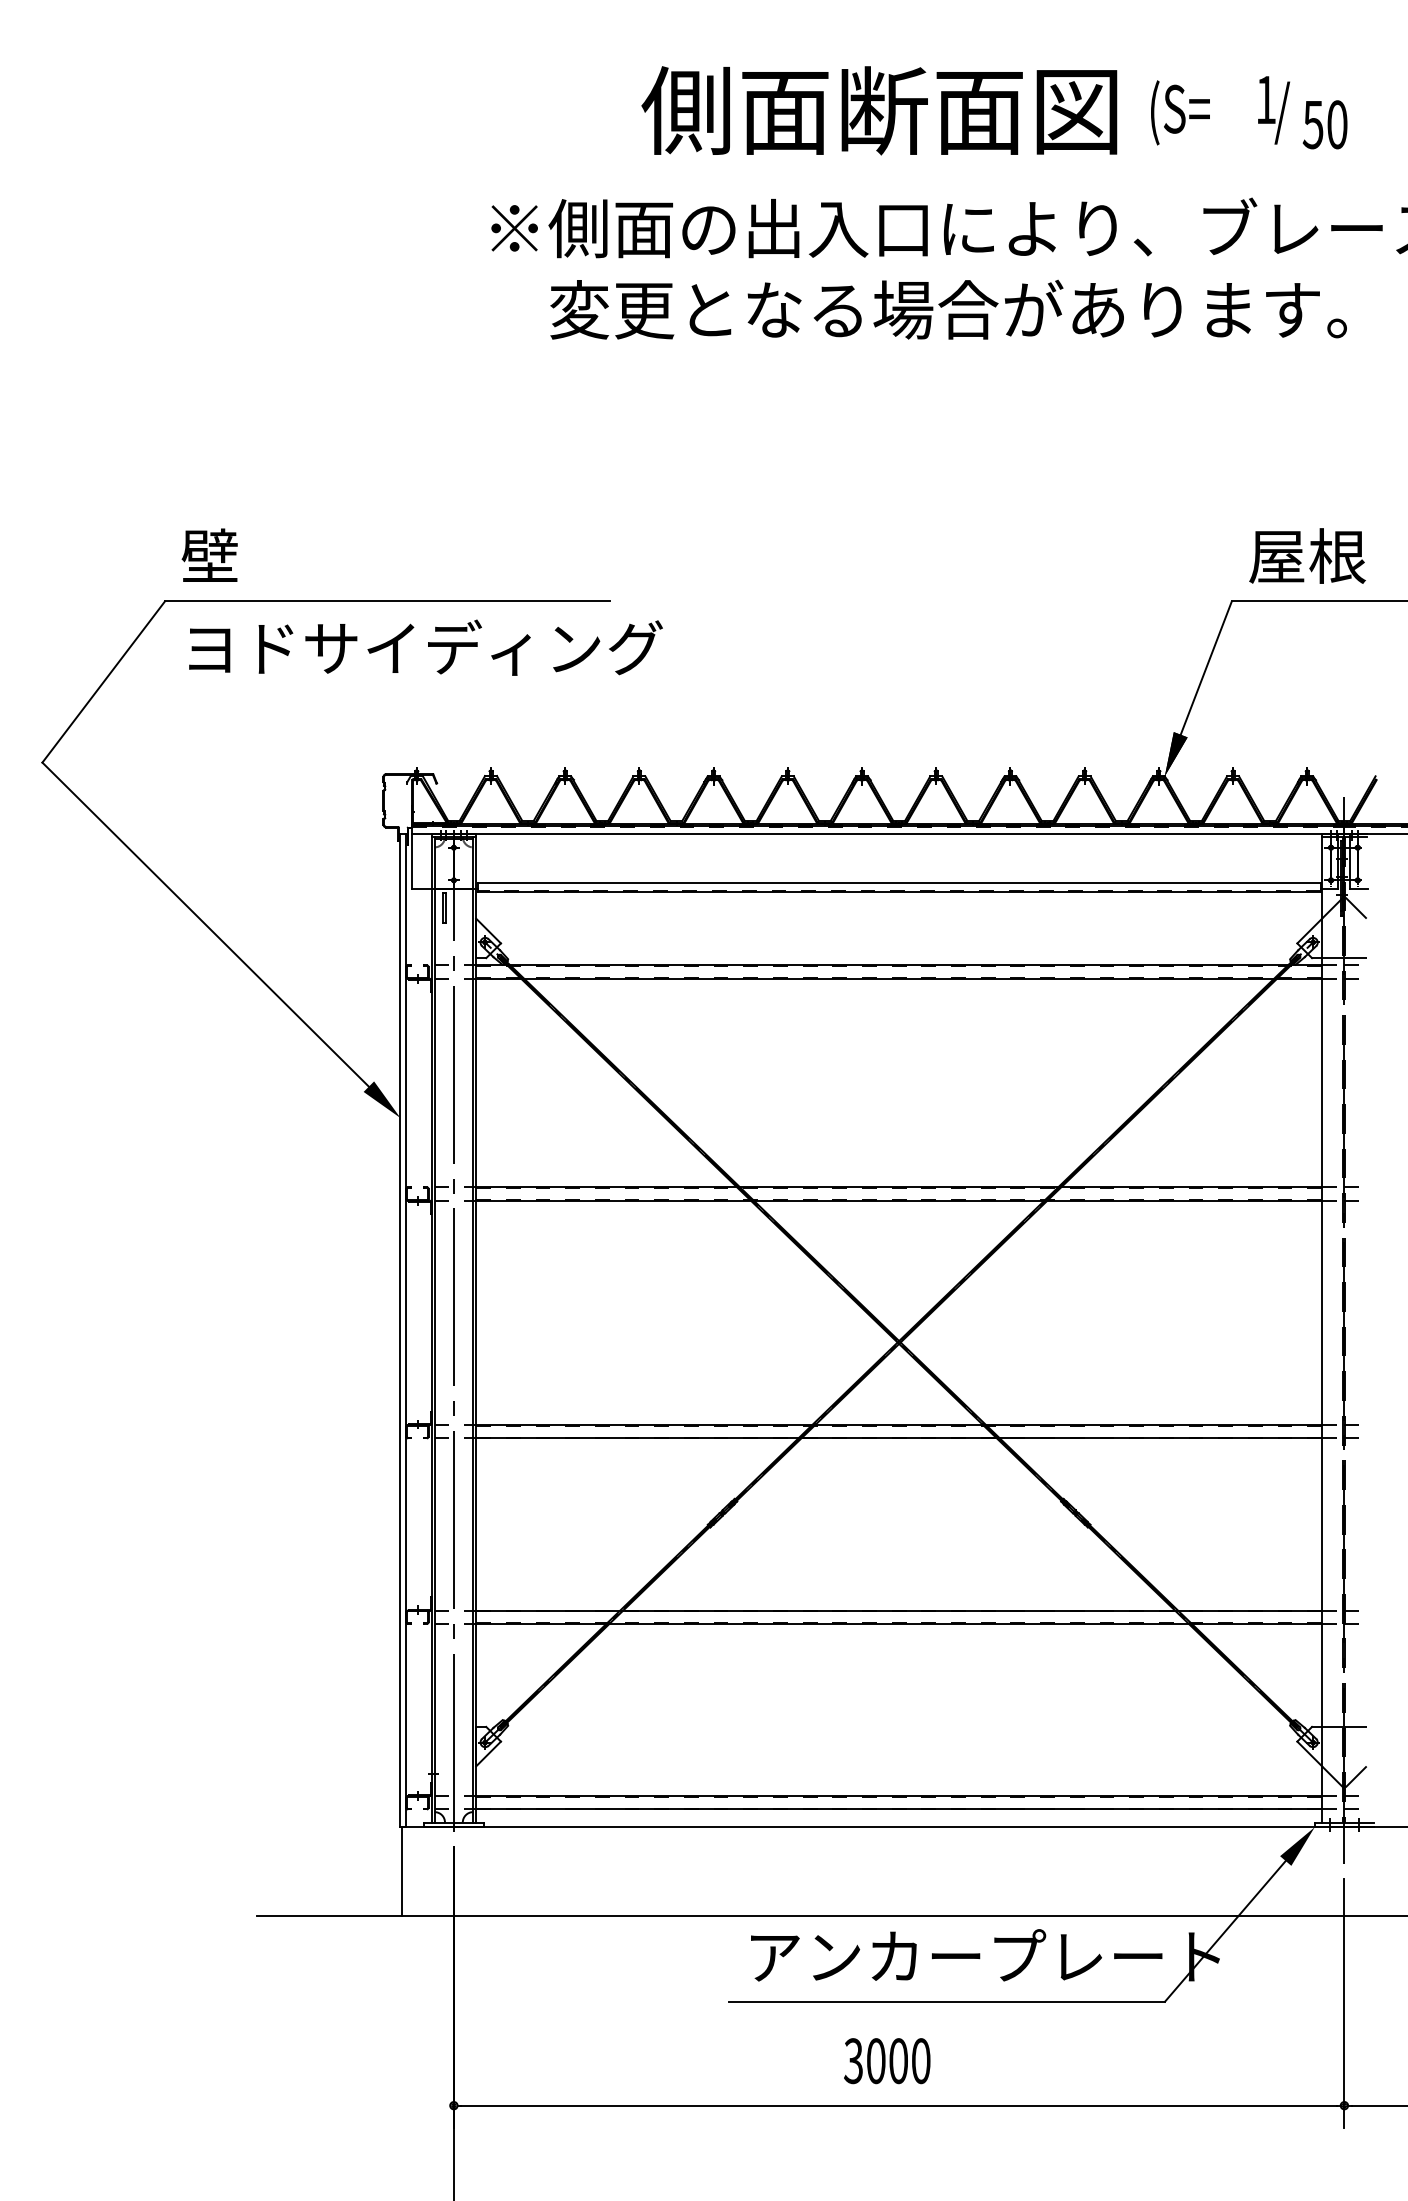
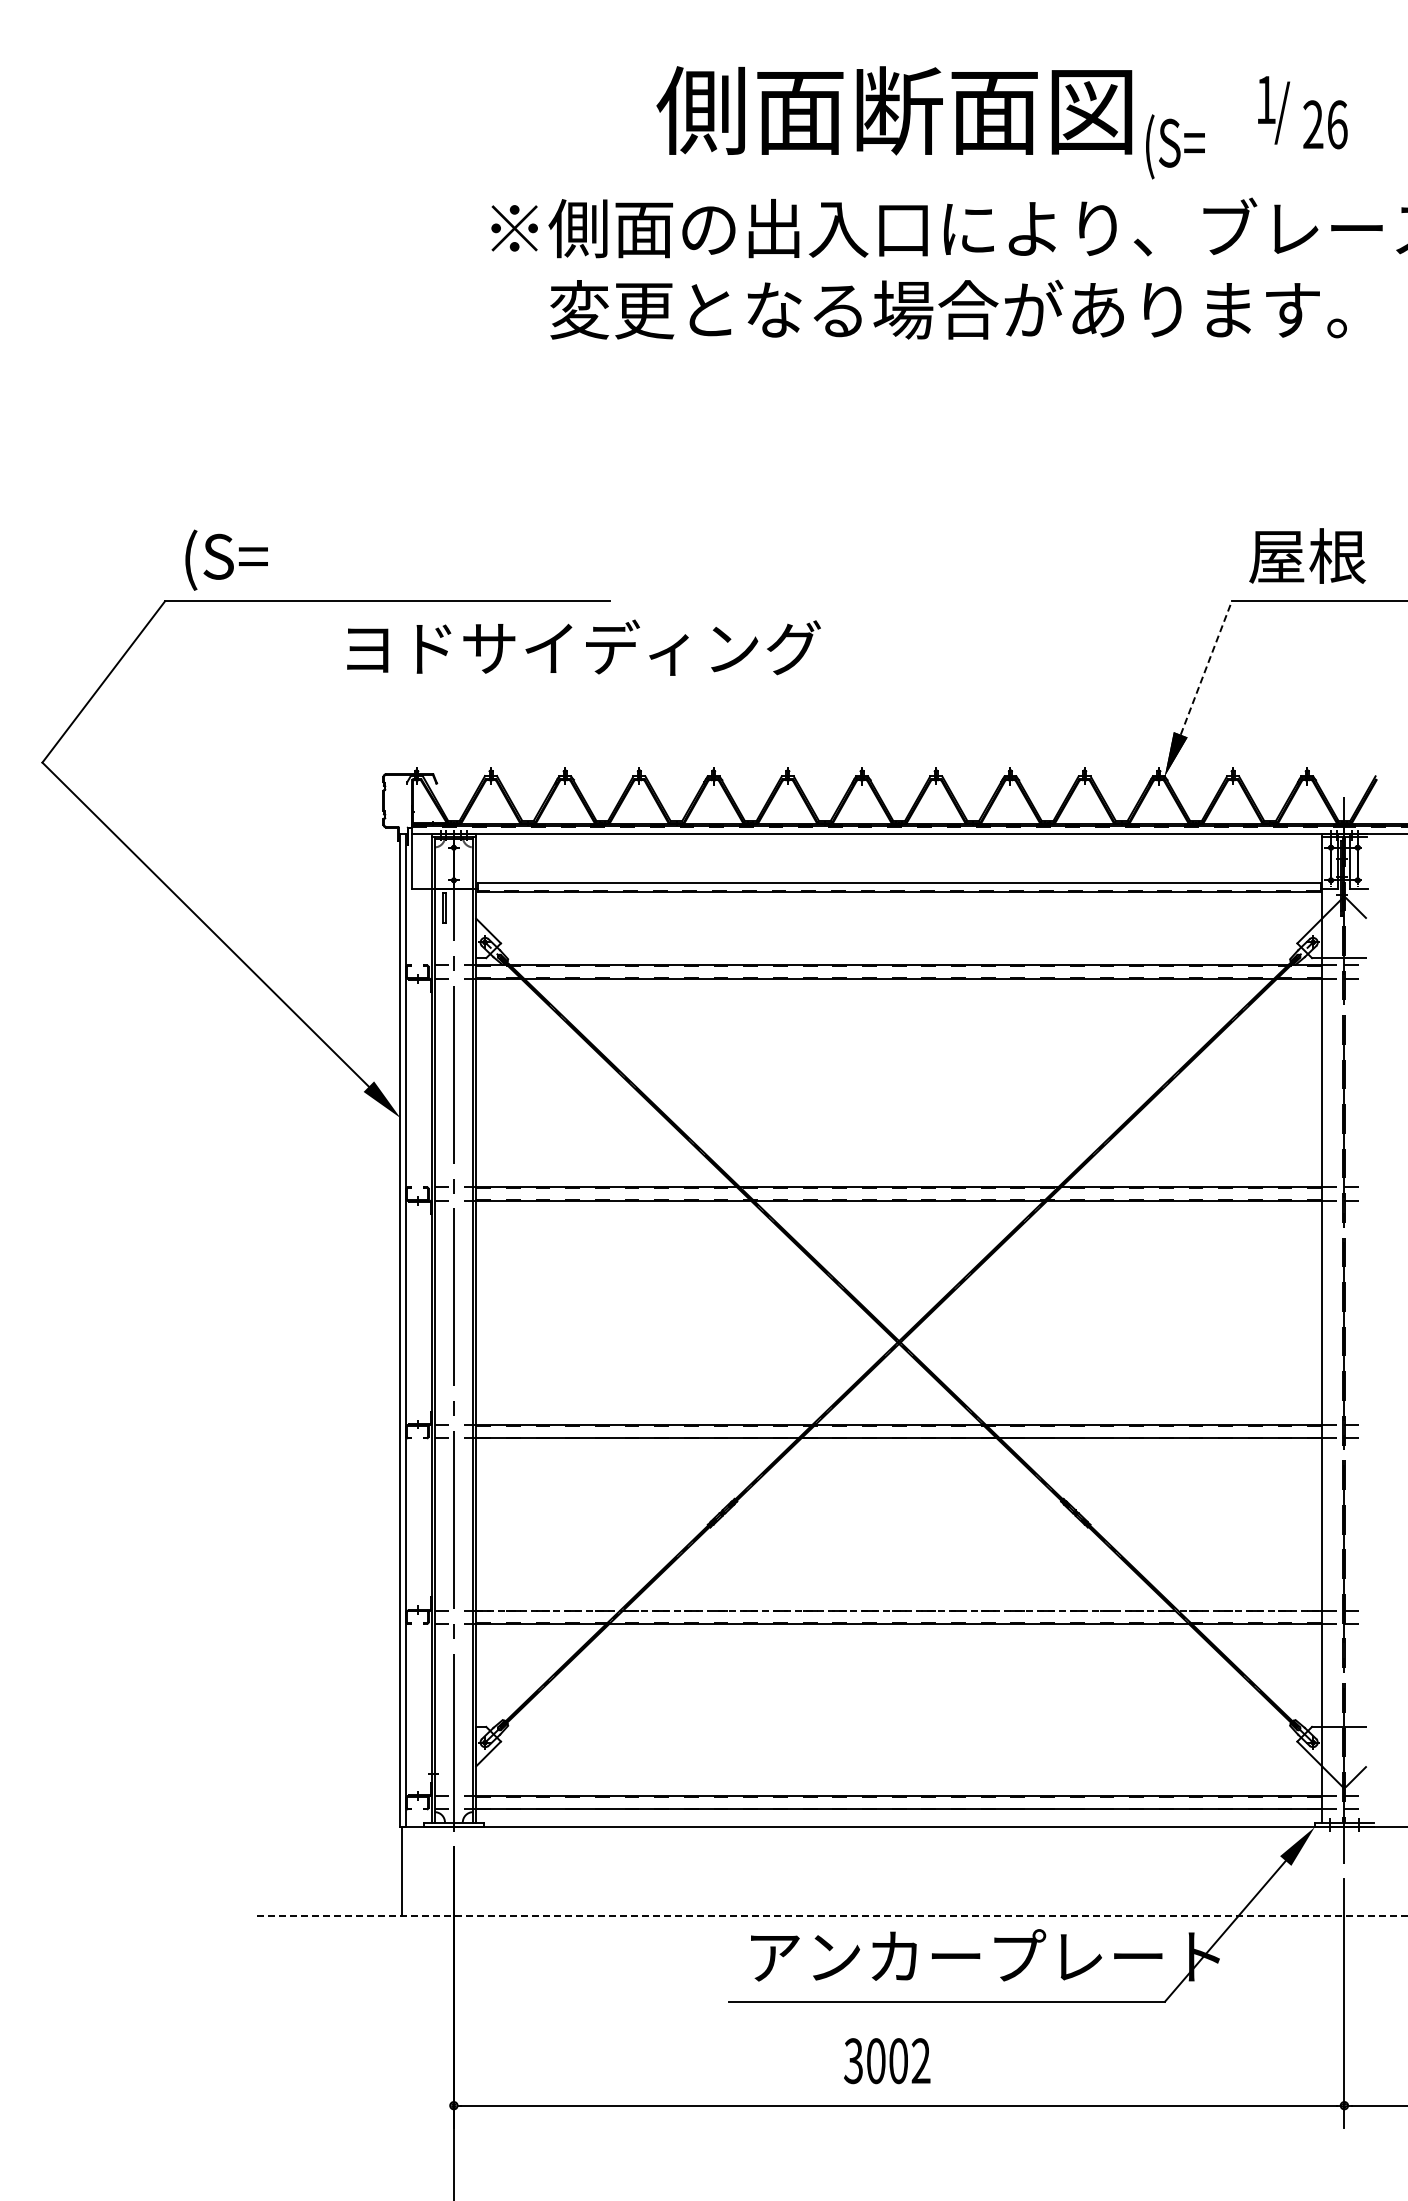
text at (879, 110) position: (879, 110) -> (894, 110)
text at (1180, 112) position: (1180, 112) -> (1175, 146)
text at (1324, 124): 50 -> 26
text at (224, 559): 壁 -> (S=
text at (425, 647) position: (425, 647) -> (583, 647)
line at (1206, 667): solid -> dashed
line at (899, 1610): solid -> dashed
line at (832, 1916): solid -> dashed
text at (920, 2061): 3000 -> 3002
